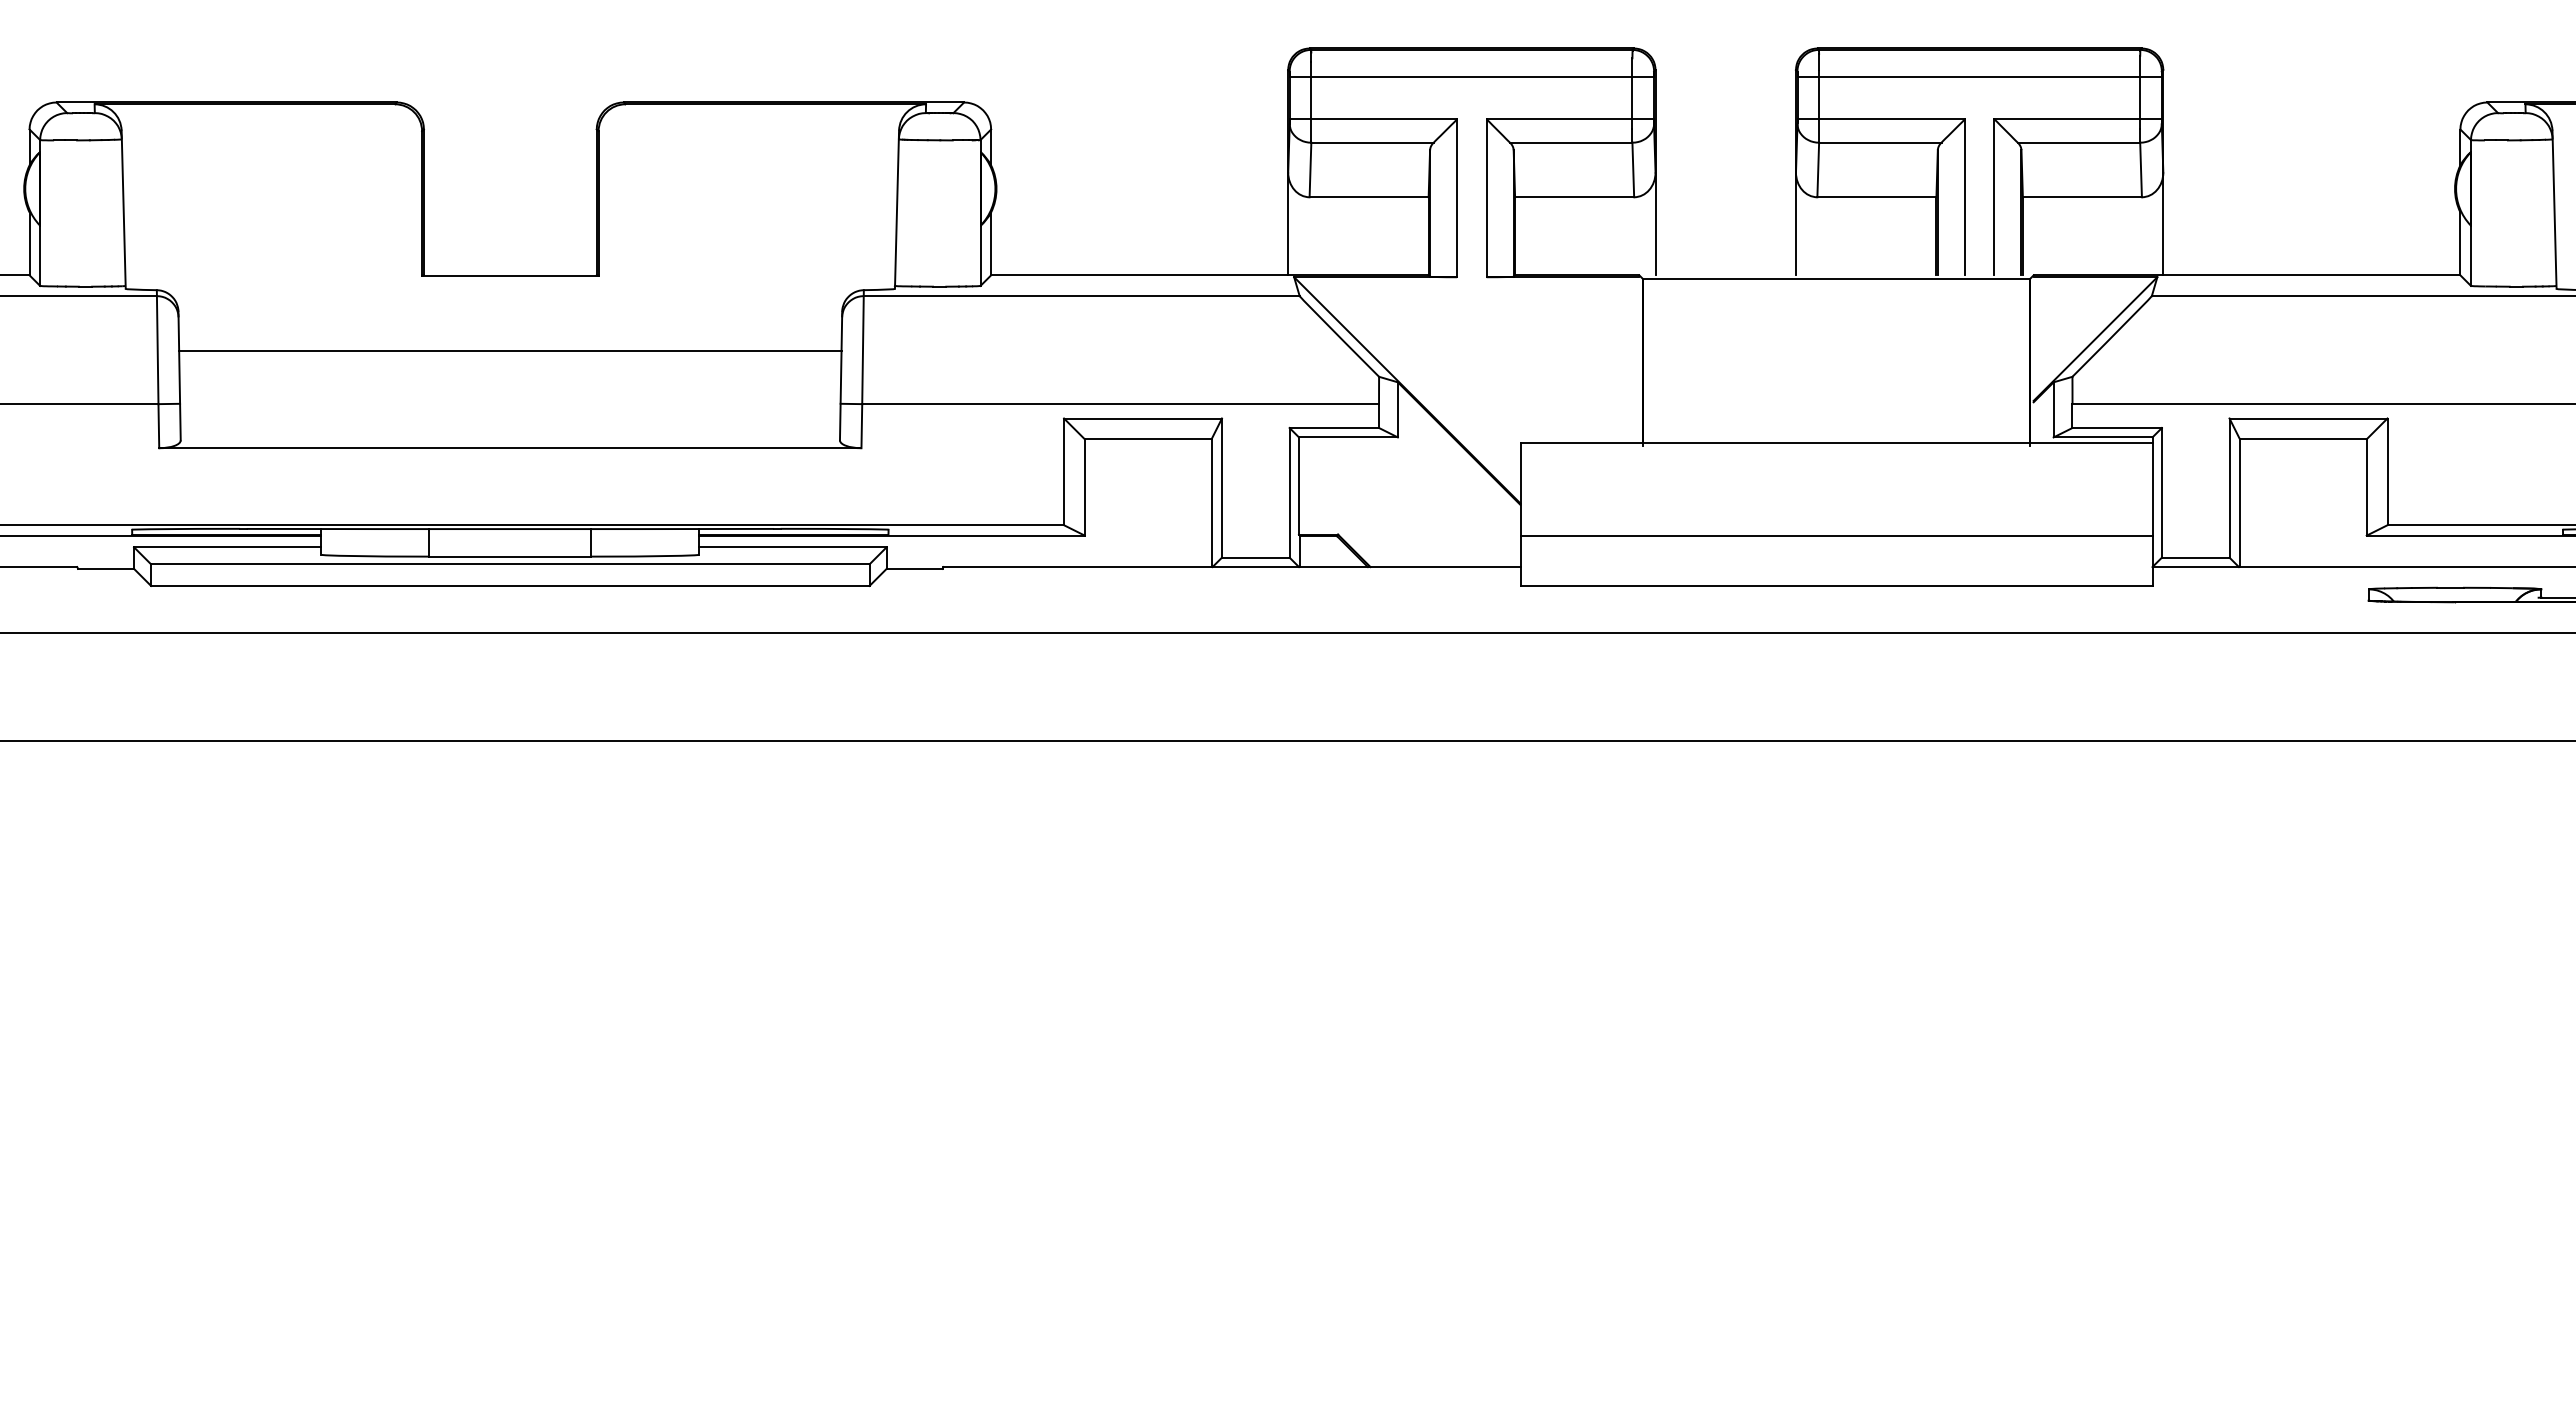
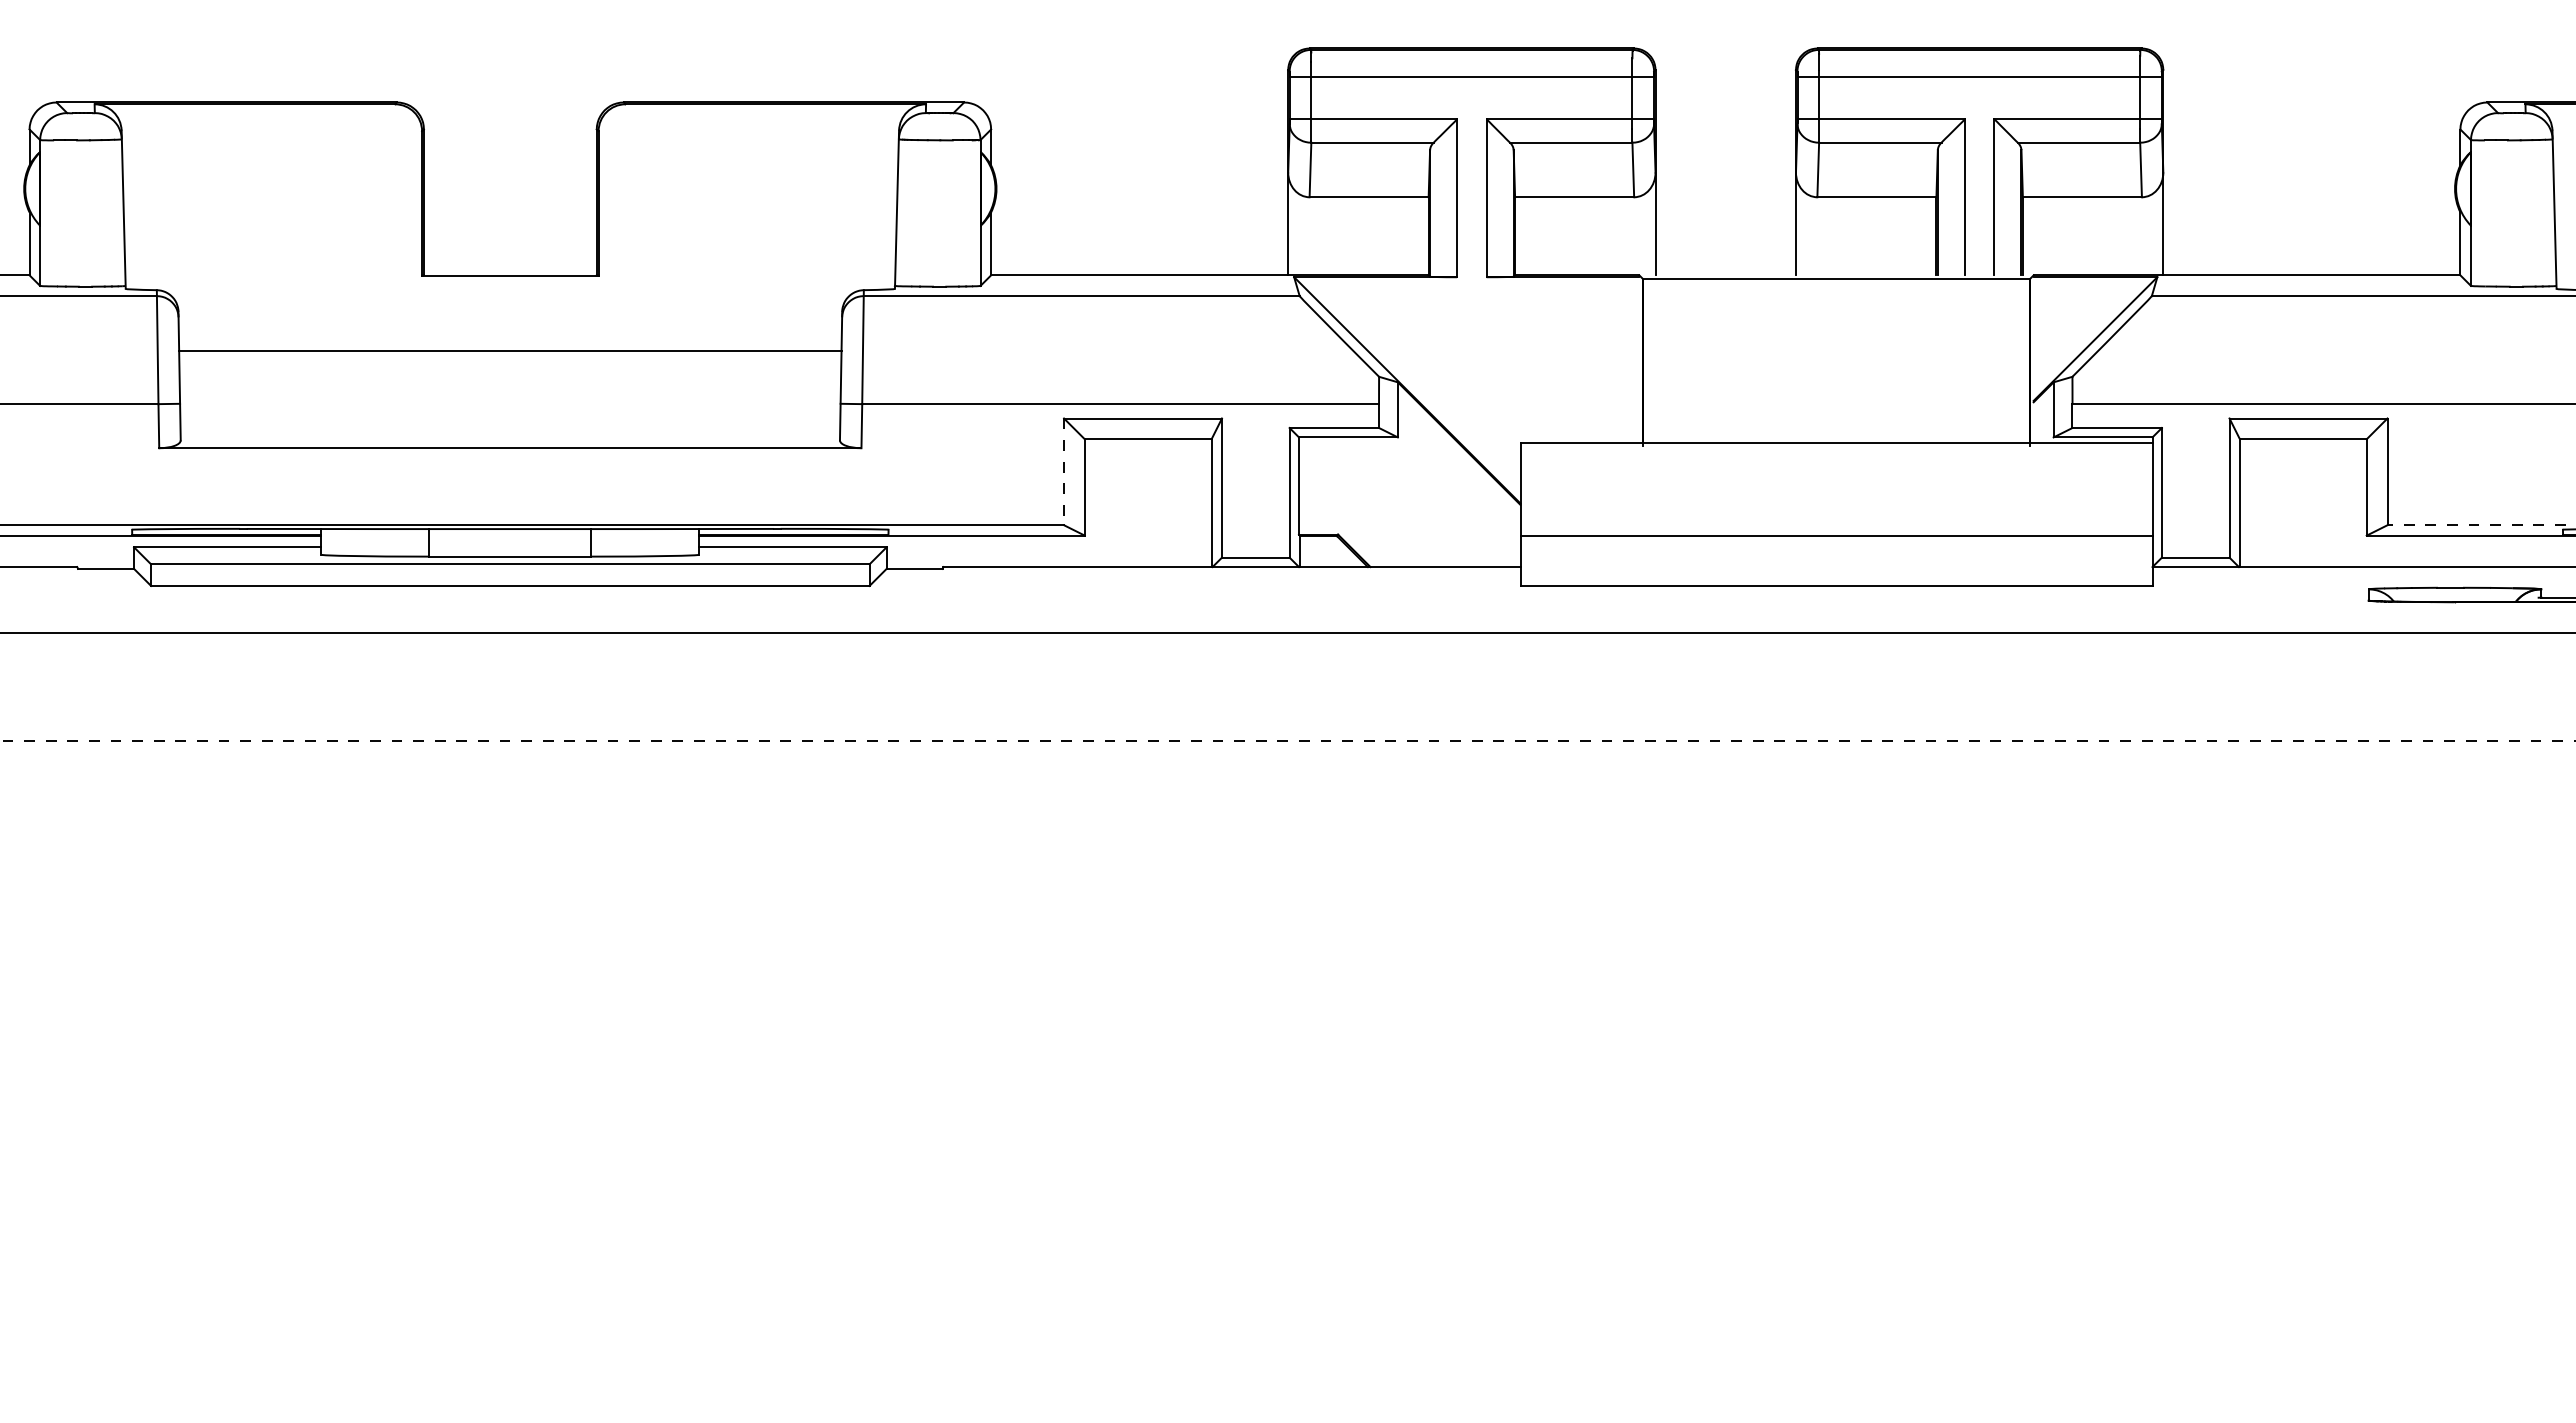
line at (1064, 472): solid -> dashed
line at (2481, 525): solid -> dashed
line at (1287, 741): solid -> dashed
